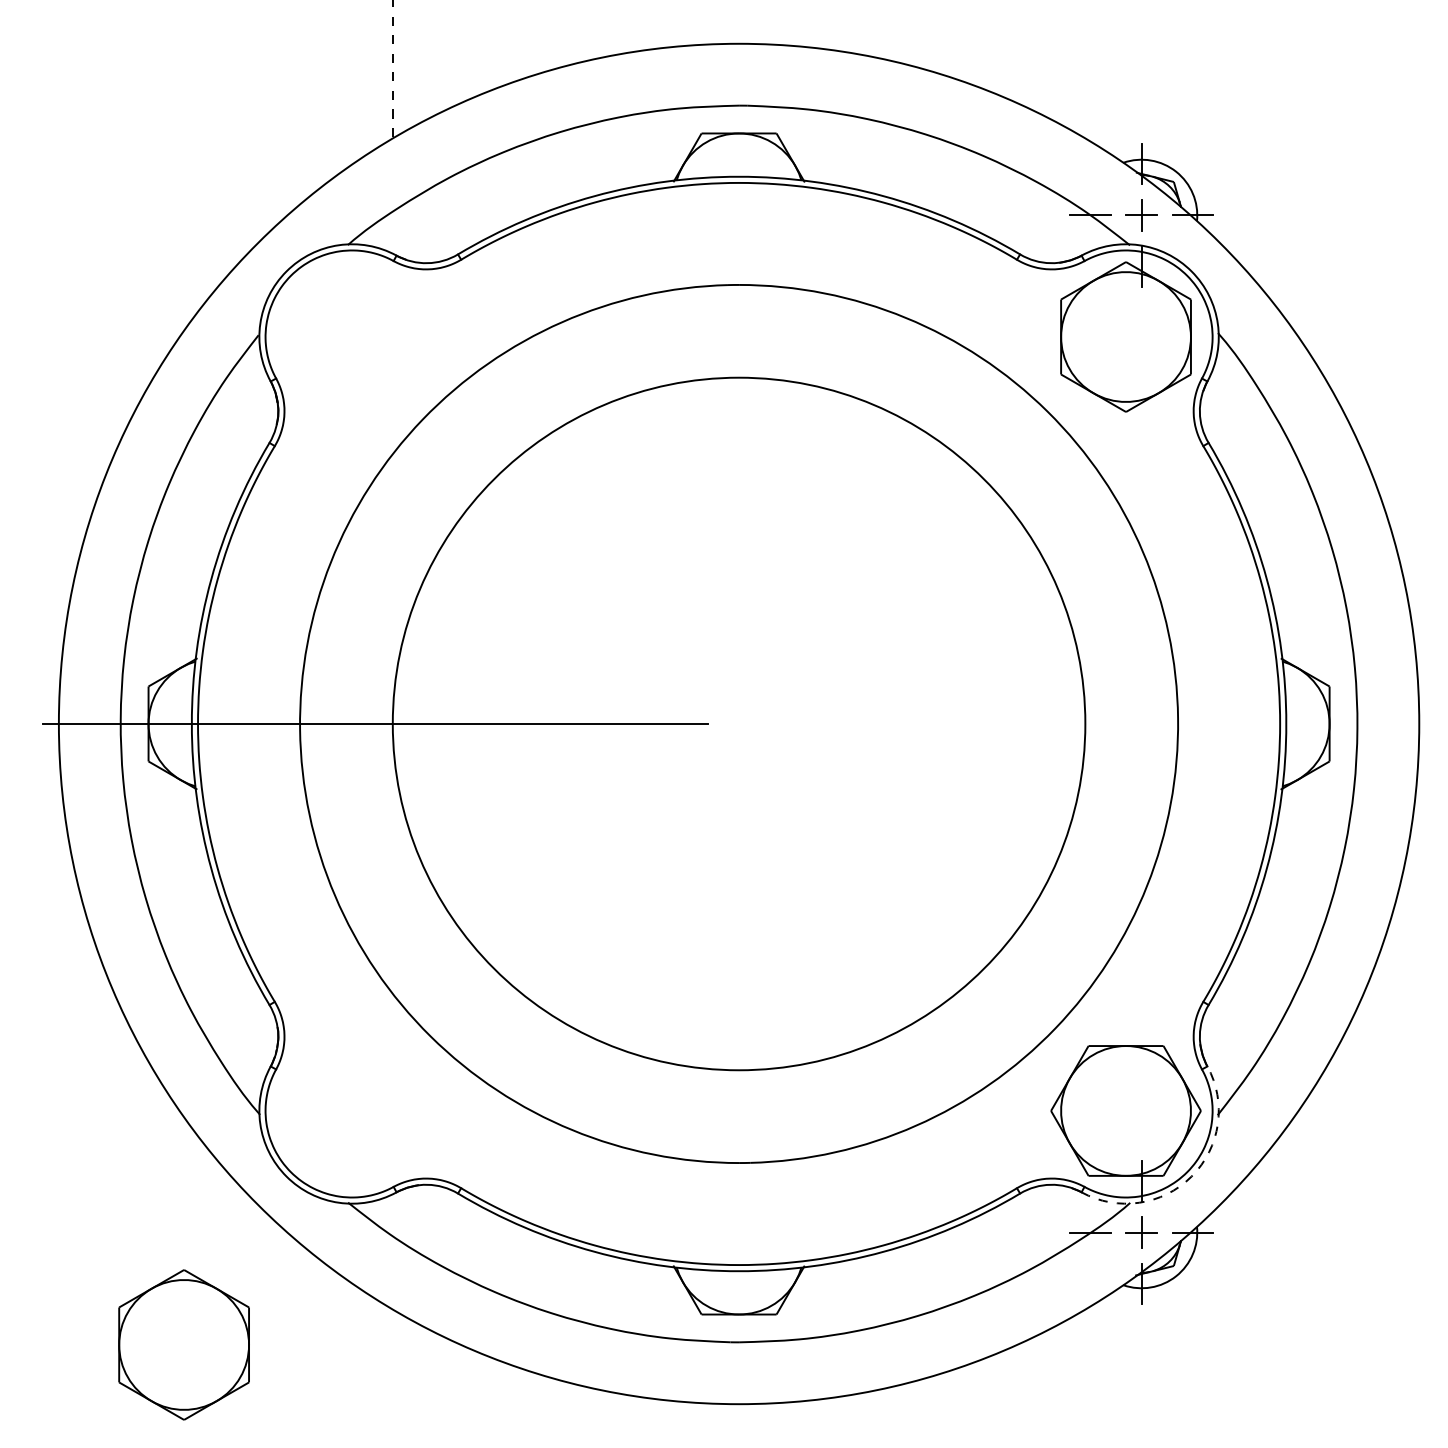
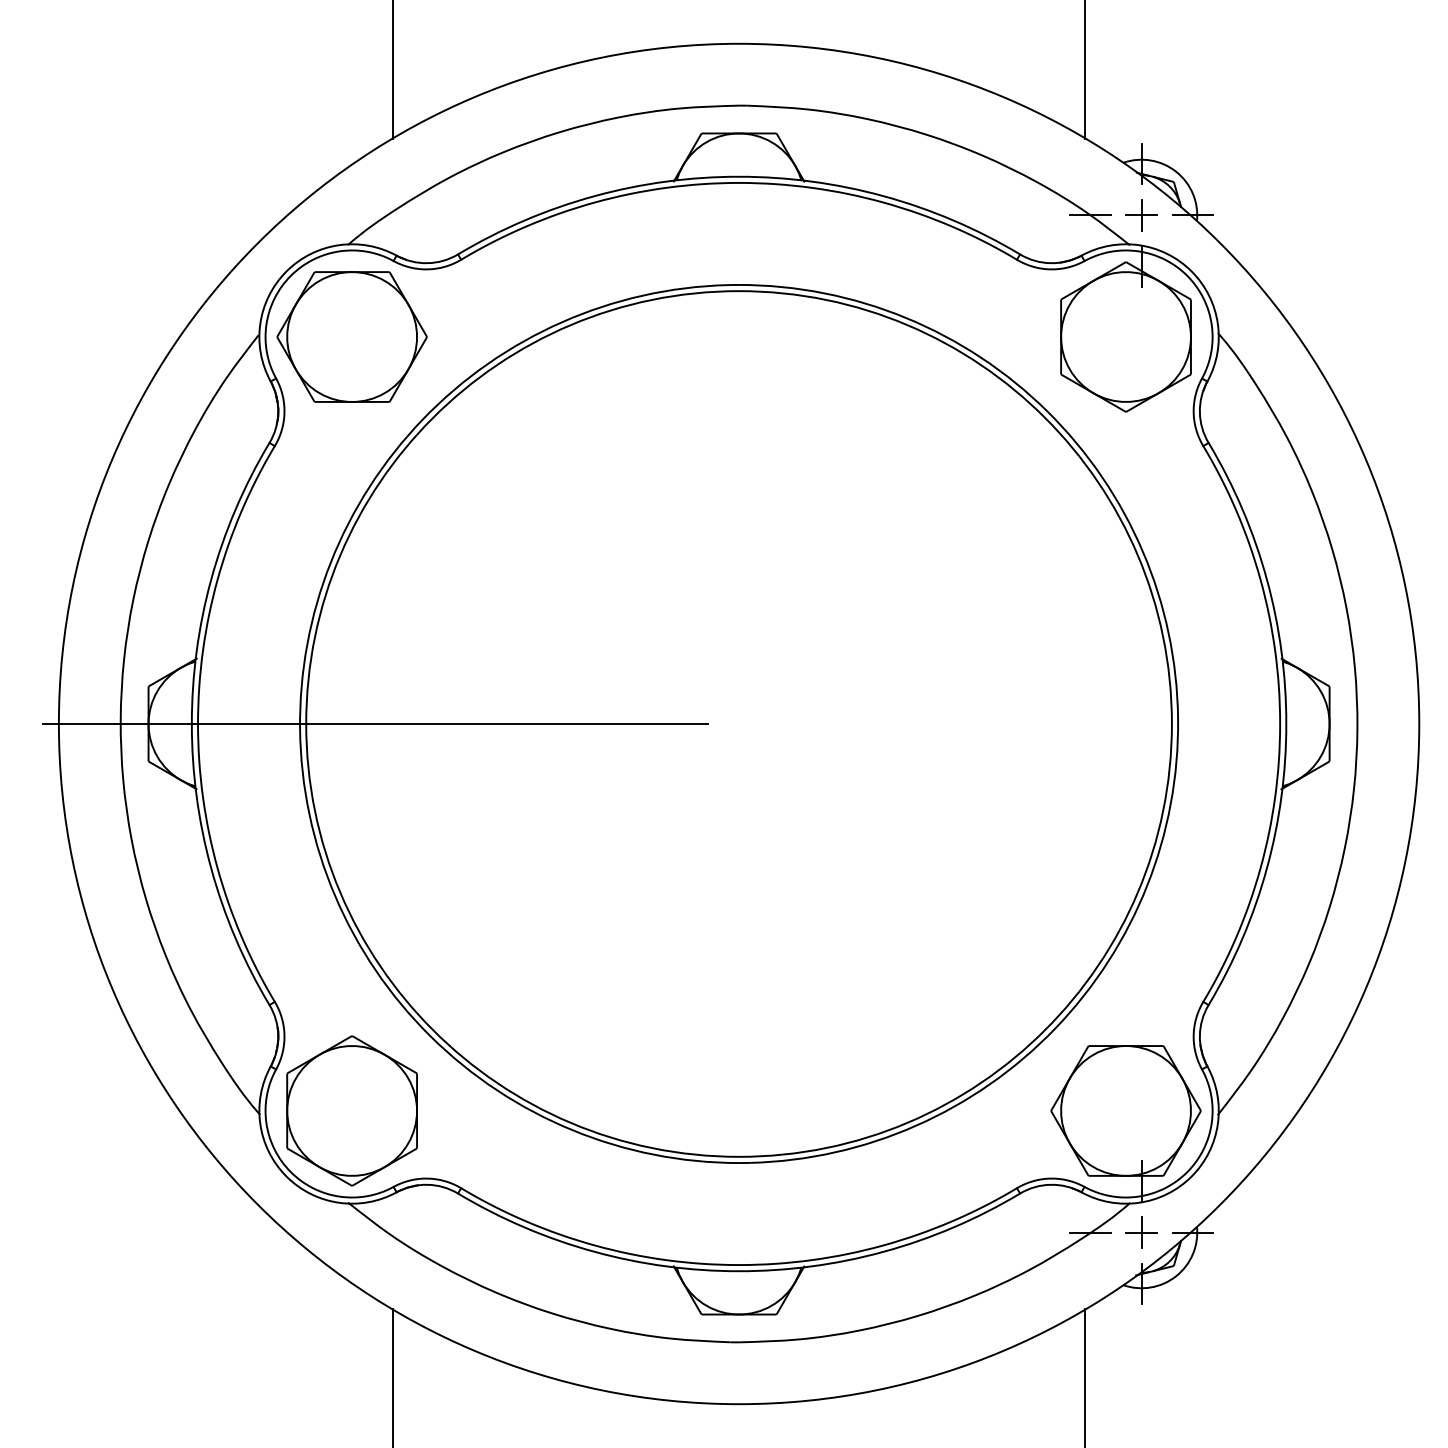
line at (392, 69): dashed -> solid
line at (1085, 70): none -> present
part at (351, 336): none -> present
circle at (738, 723) diameter: 693 px -> 866 px
arc at (1191, 1176): dashed -> solid
part at (183, 1344) position: (183, 1344) -> (351, 1110)
line at (392, 1376): none -> present
line at (1085, 1376): none -> present
